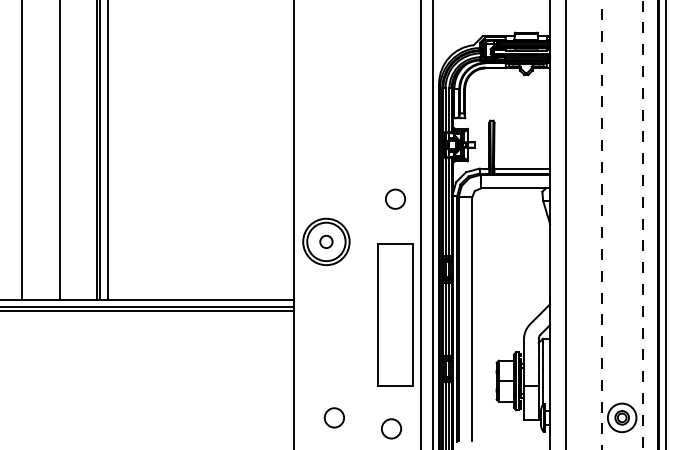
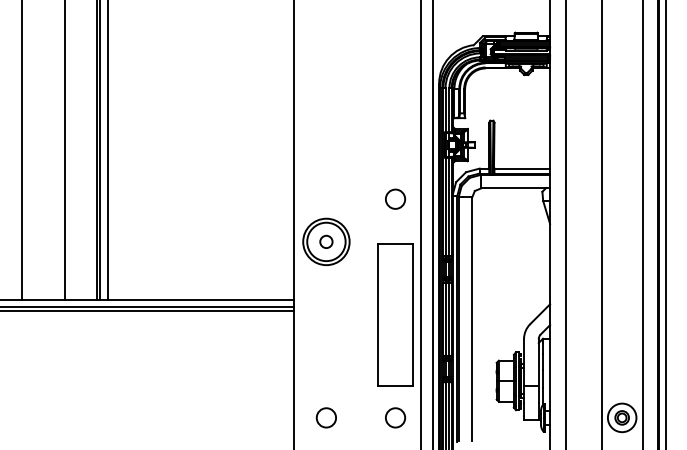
line at (60, 151) position: (60, 151) -> (65, 151)
line at (602, 225): dashed -> solid
line at (642, 225): dashed -> solid
circle at (333, 417) position: (333, 417) -> (325, 417)
circle at (391, 428) position: (391, 428) -> (395, 417)
